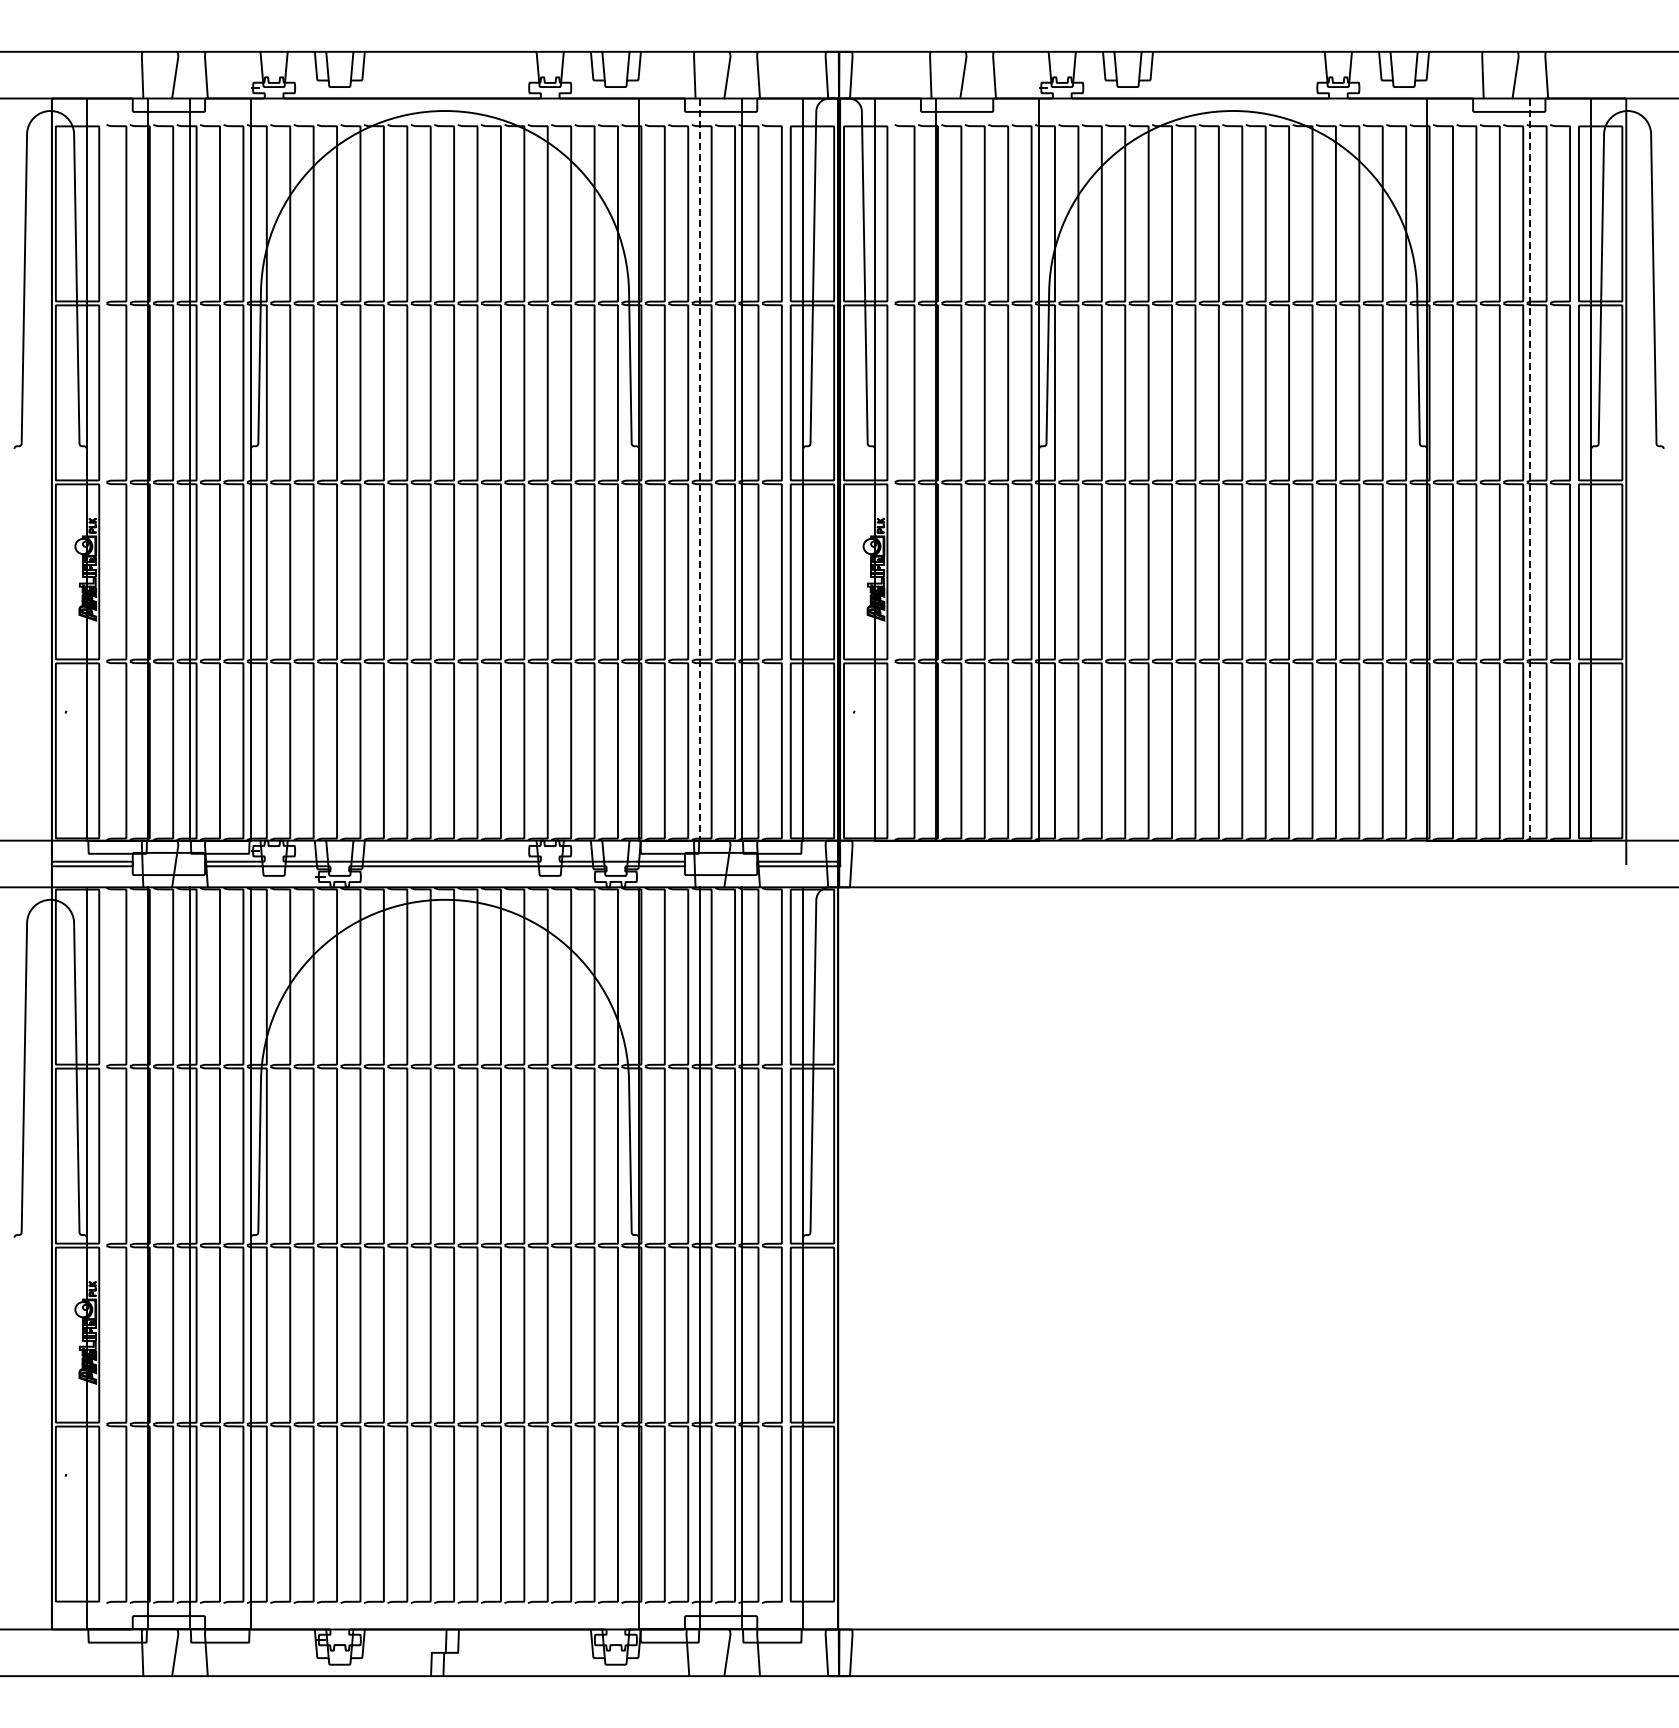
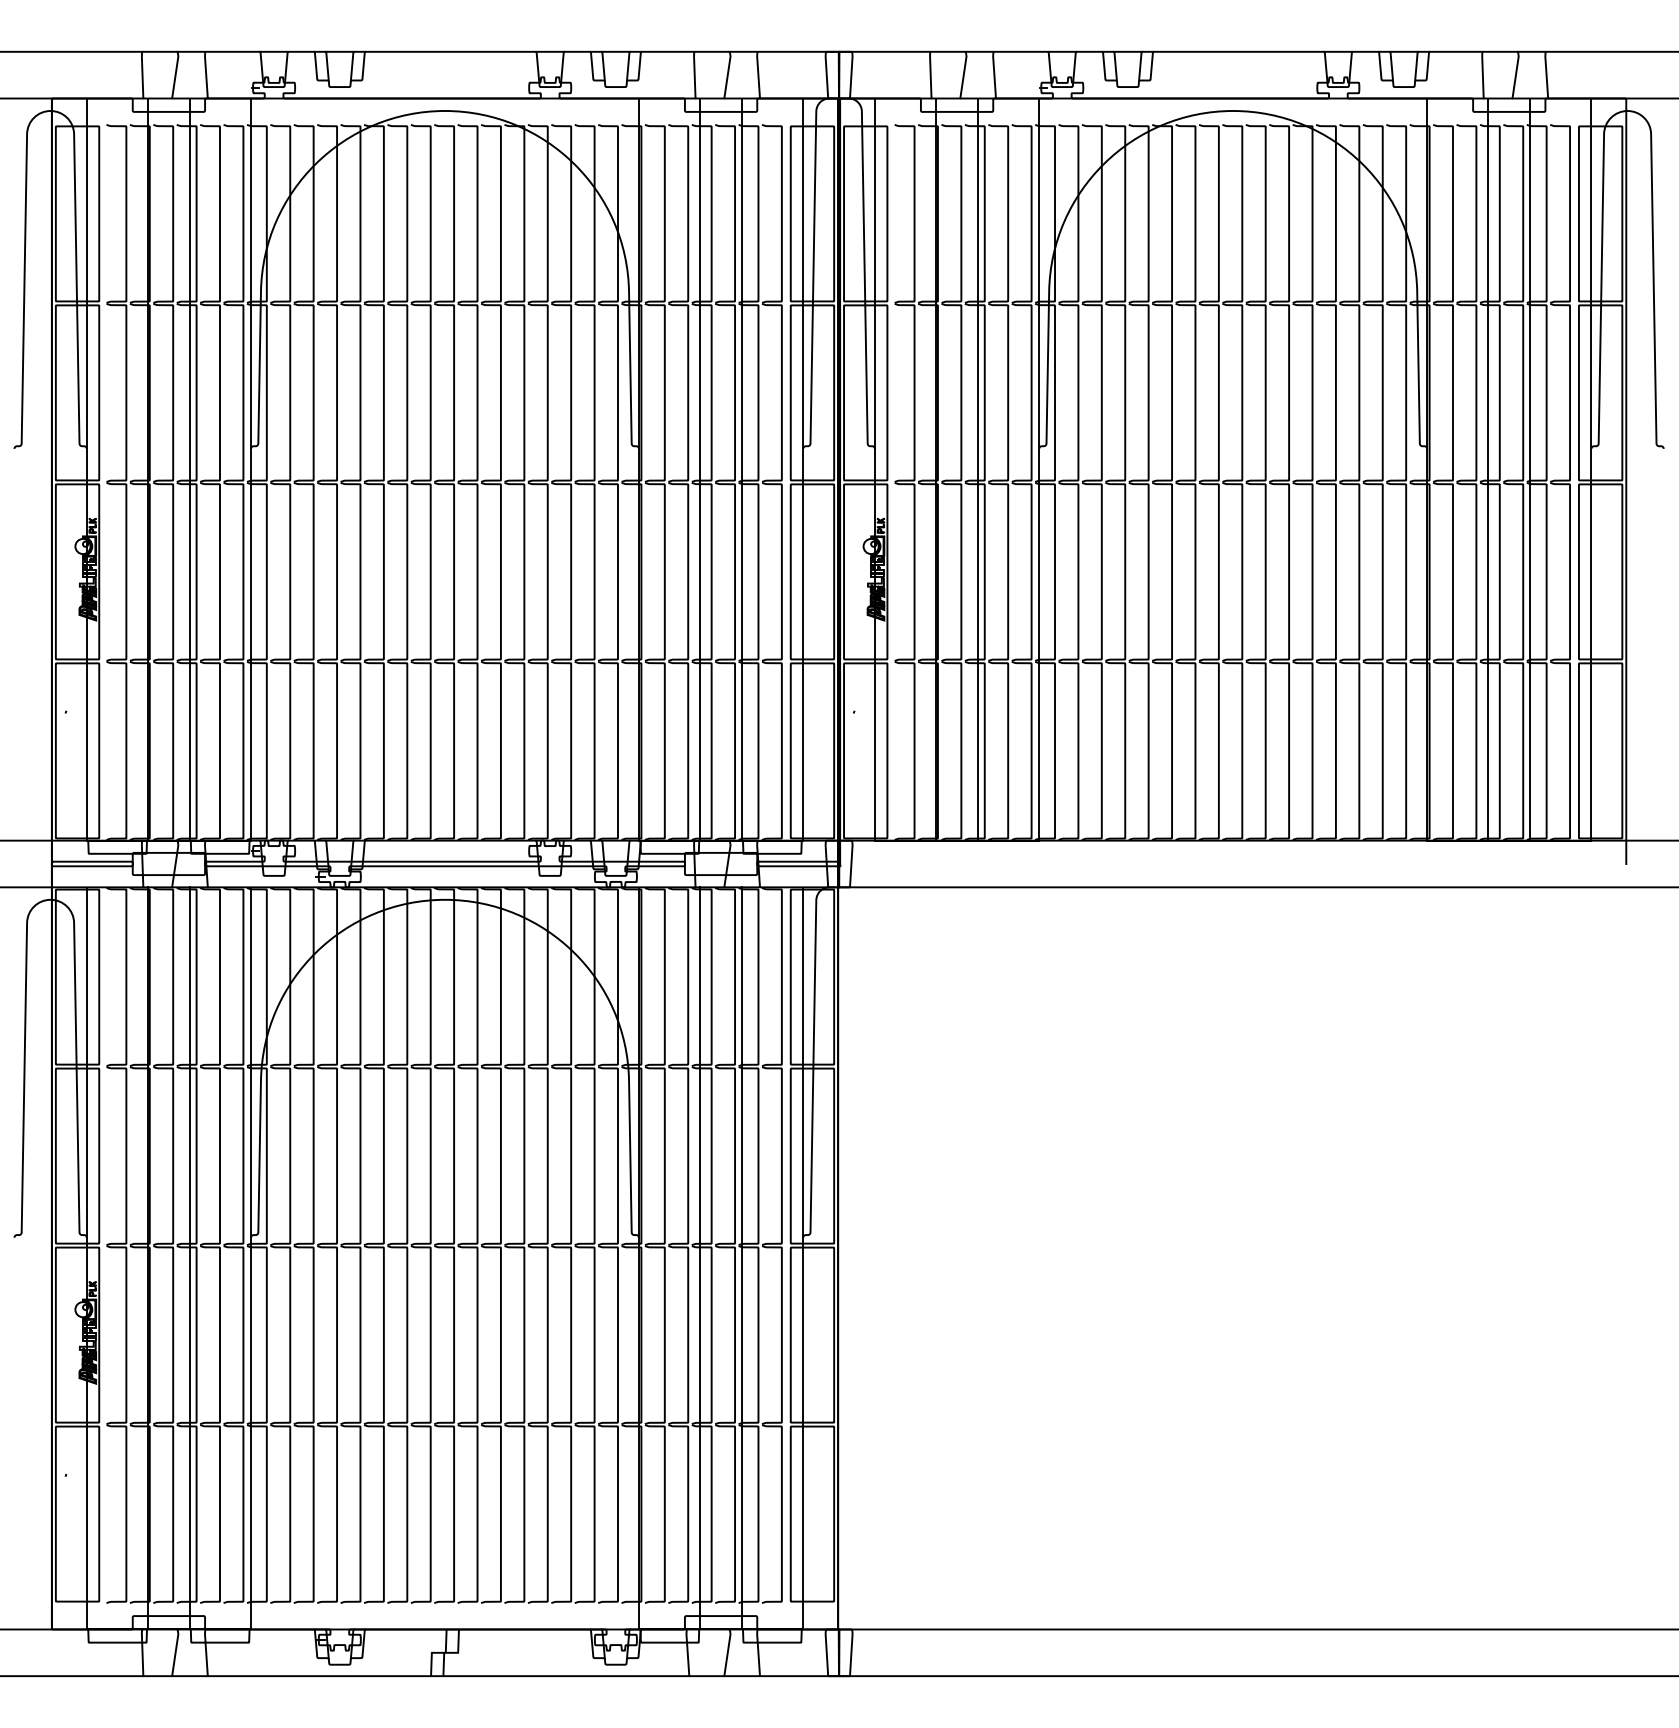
line at (978, 469): none -> present
line at (1488, 469): none -> present
line at (700, 470): dashed -> solid
line at (1530, 470): dashed -> solid
